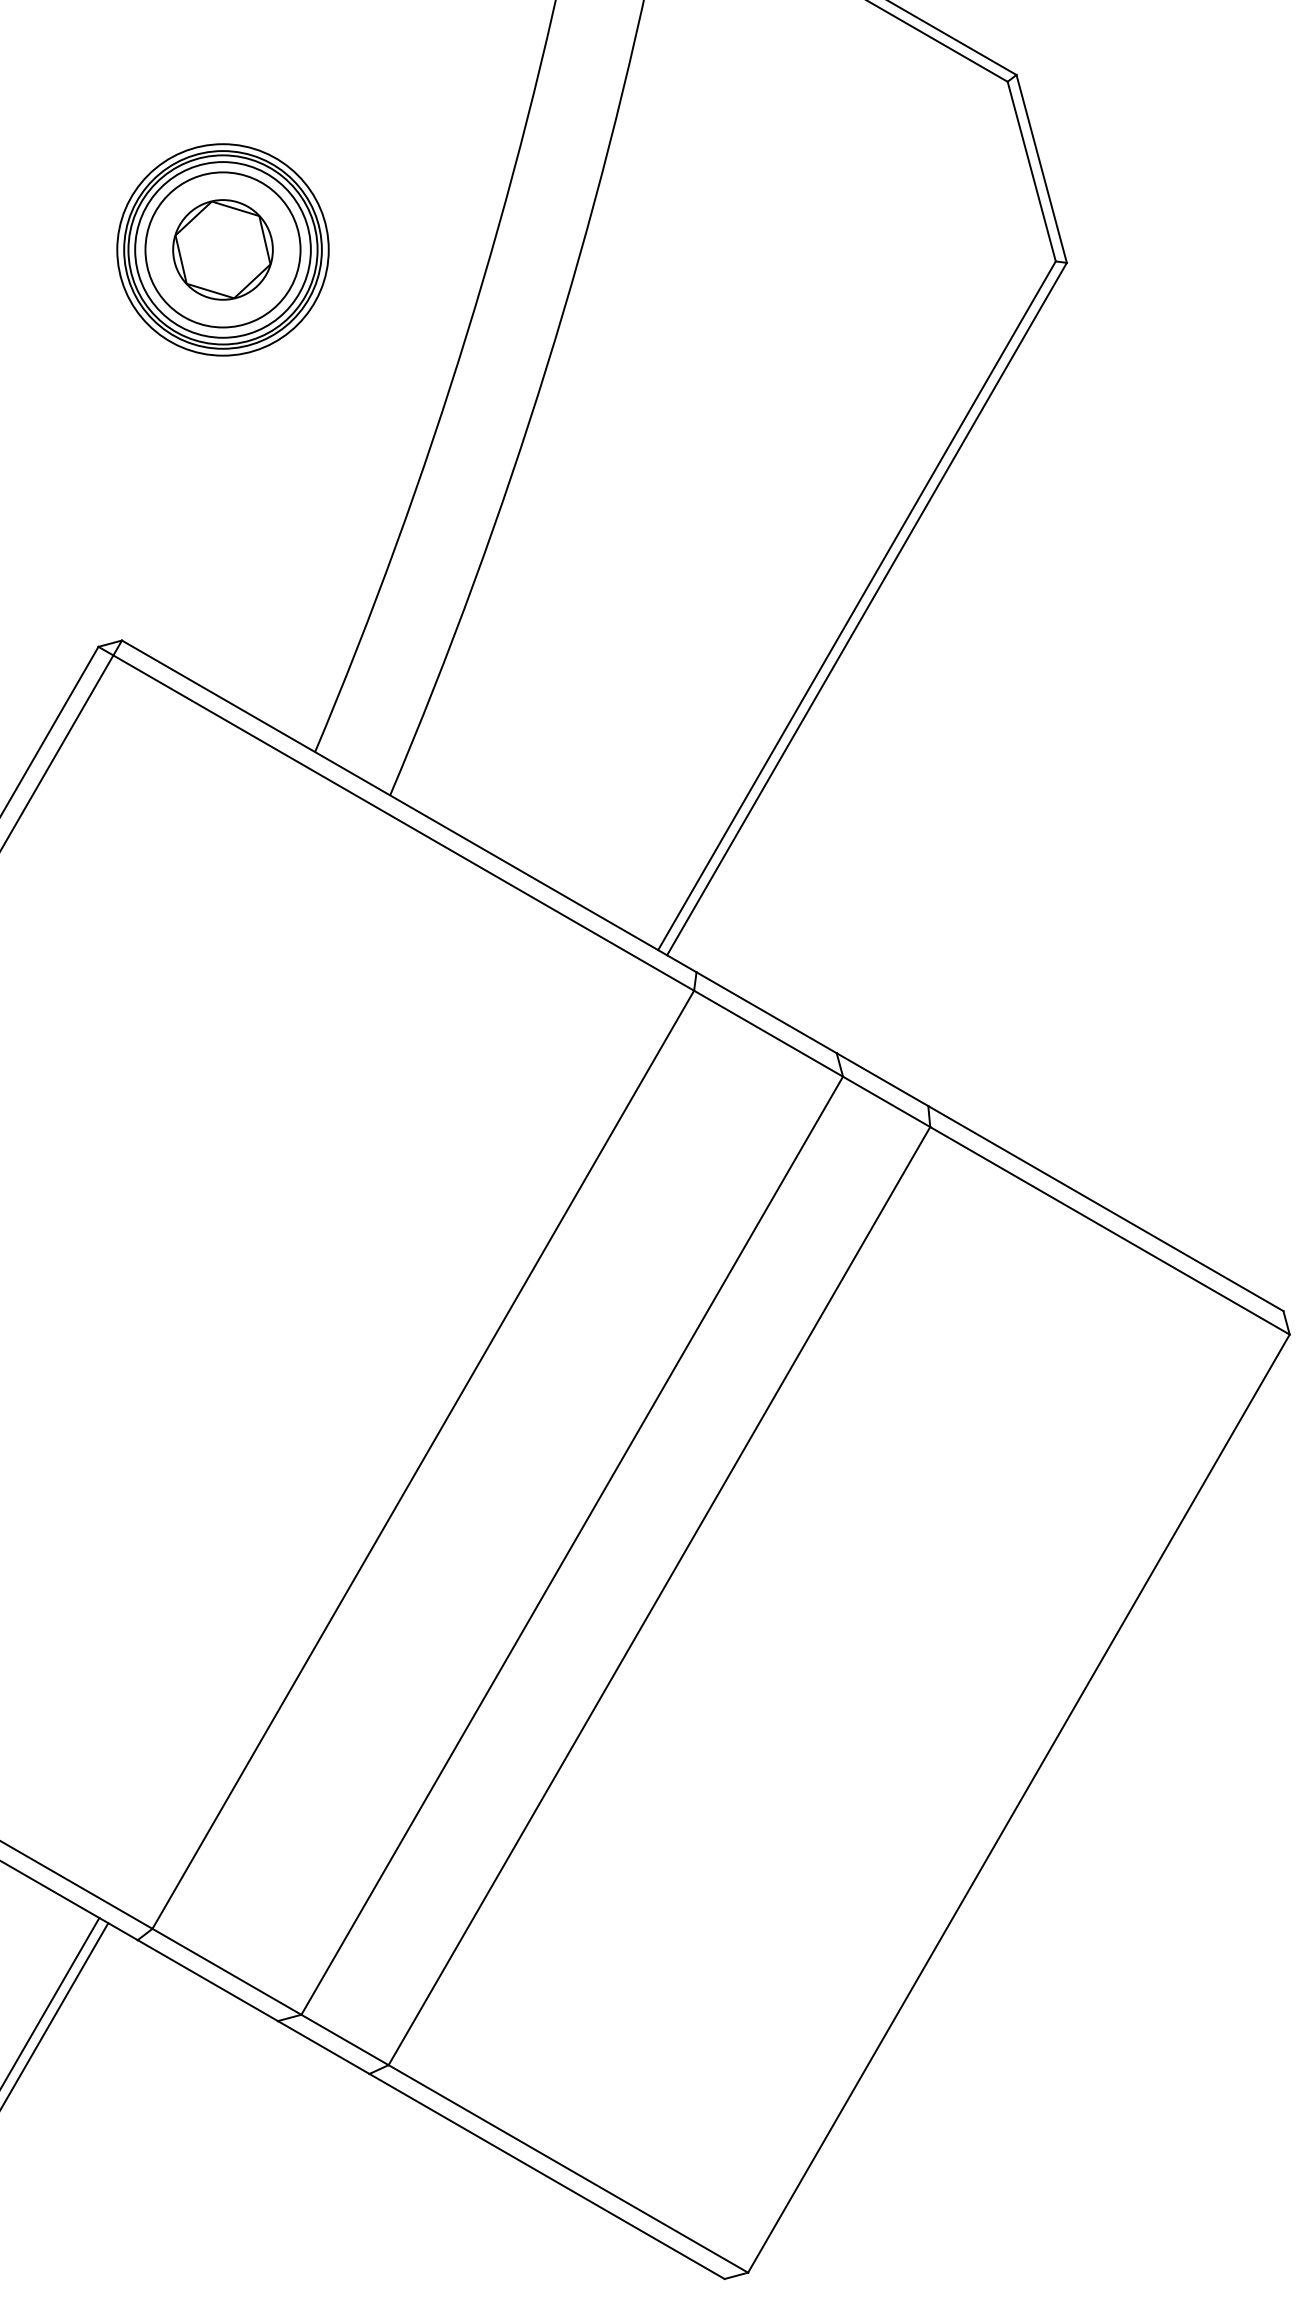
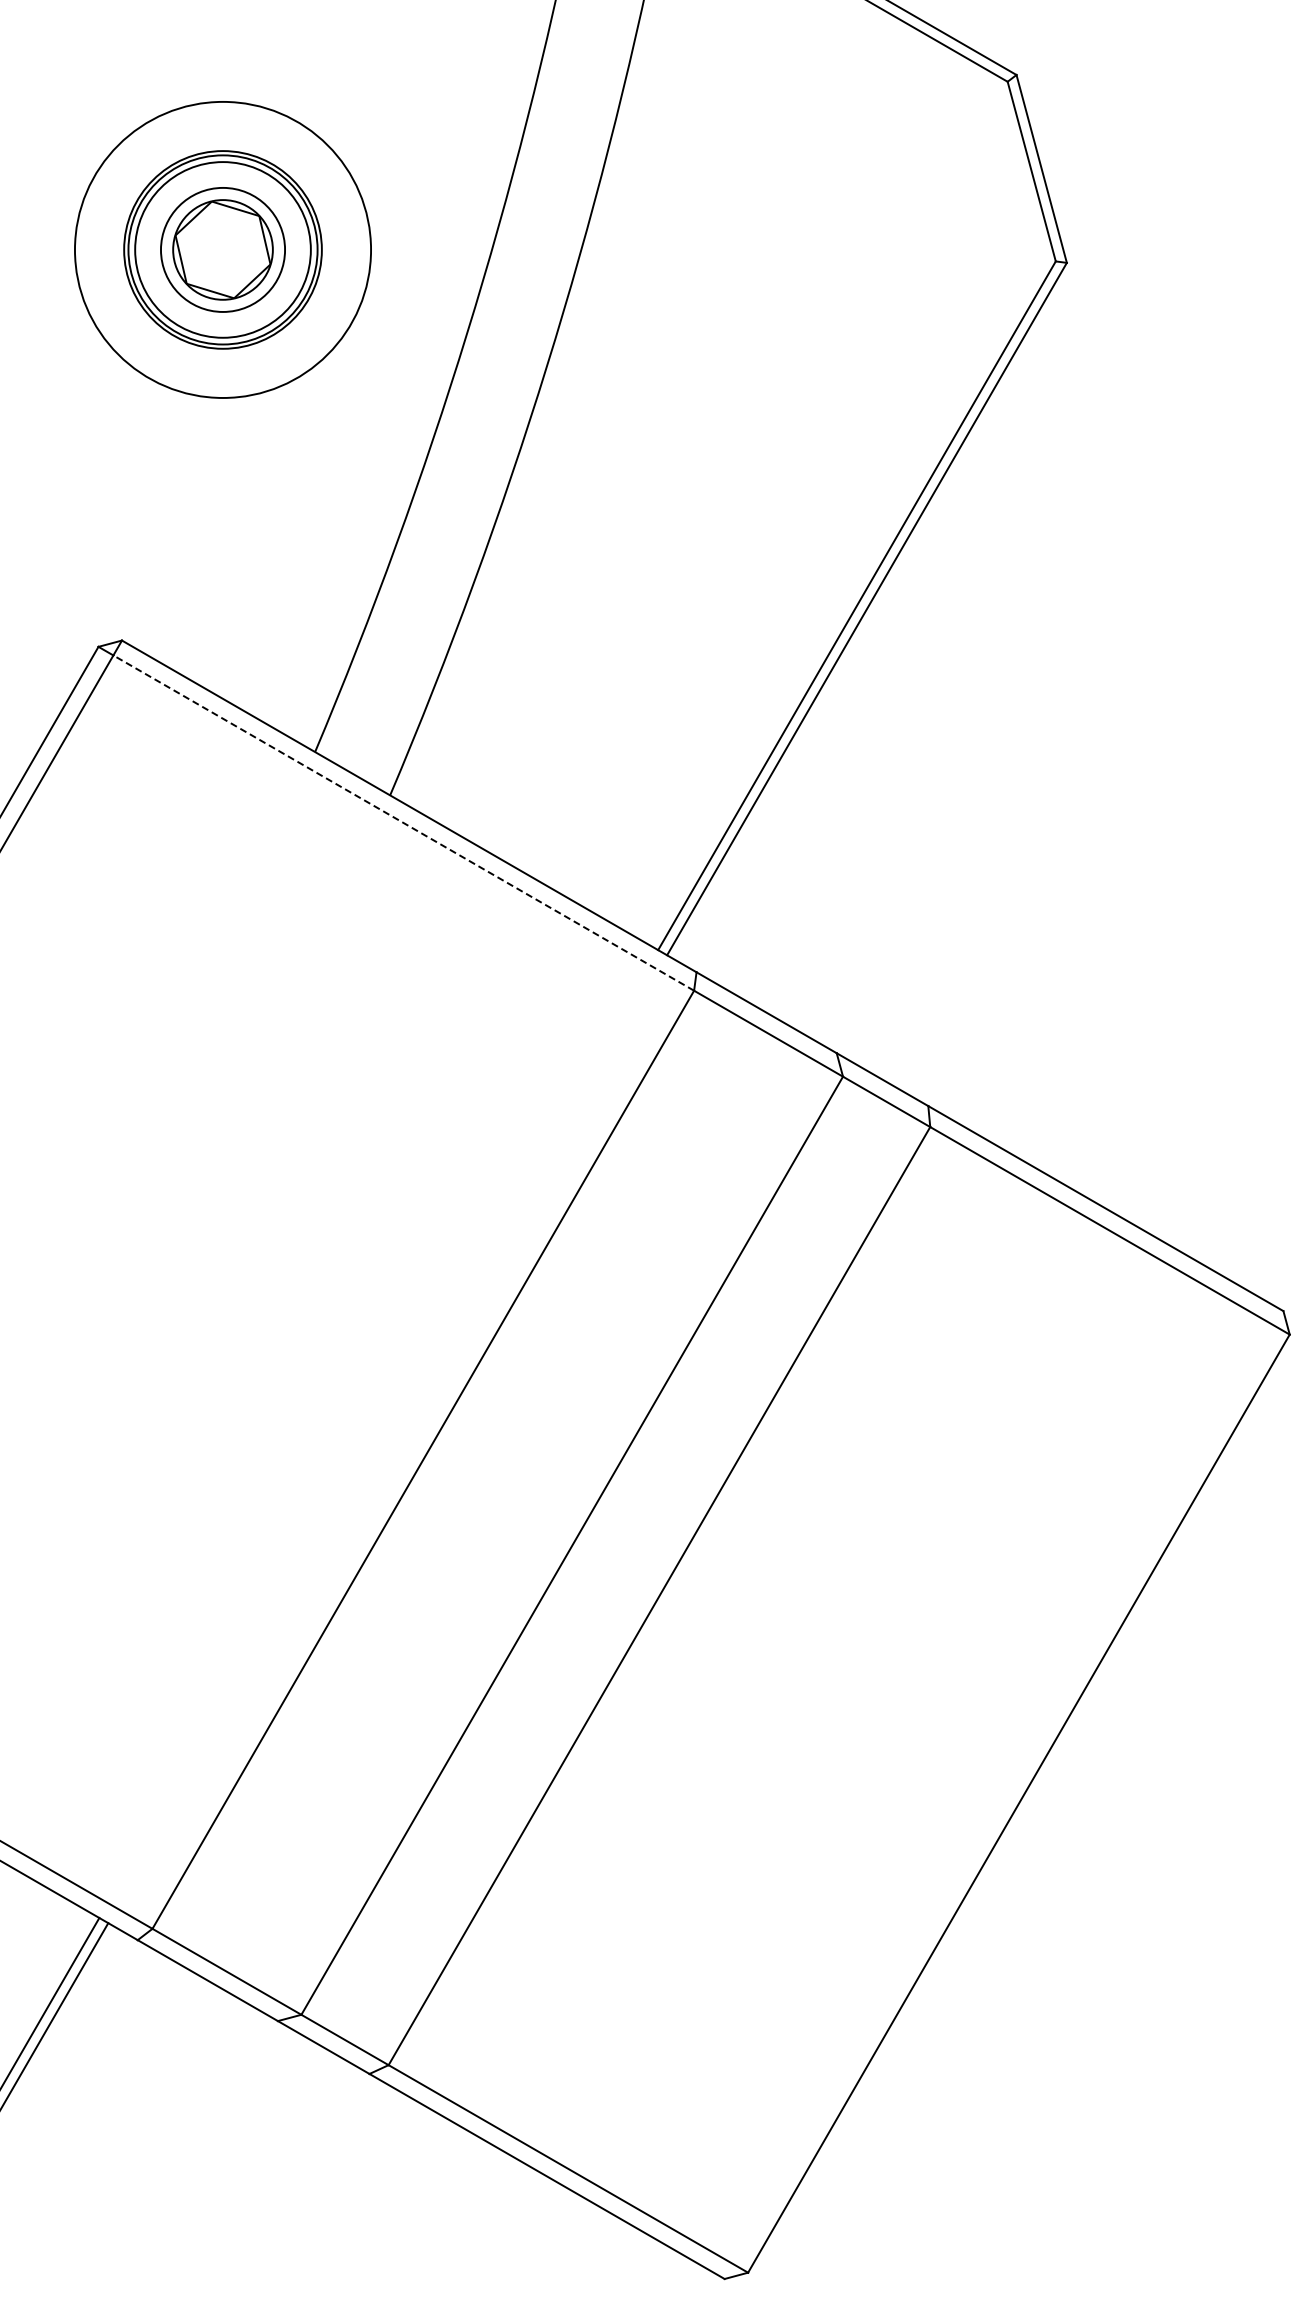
circle at (222, 249) diameter: 155 px -> 124 px
circle at (222, 249) diameter: 211 px -> 296 px
line at (403, 822): solid -> dashed
